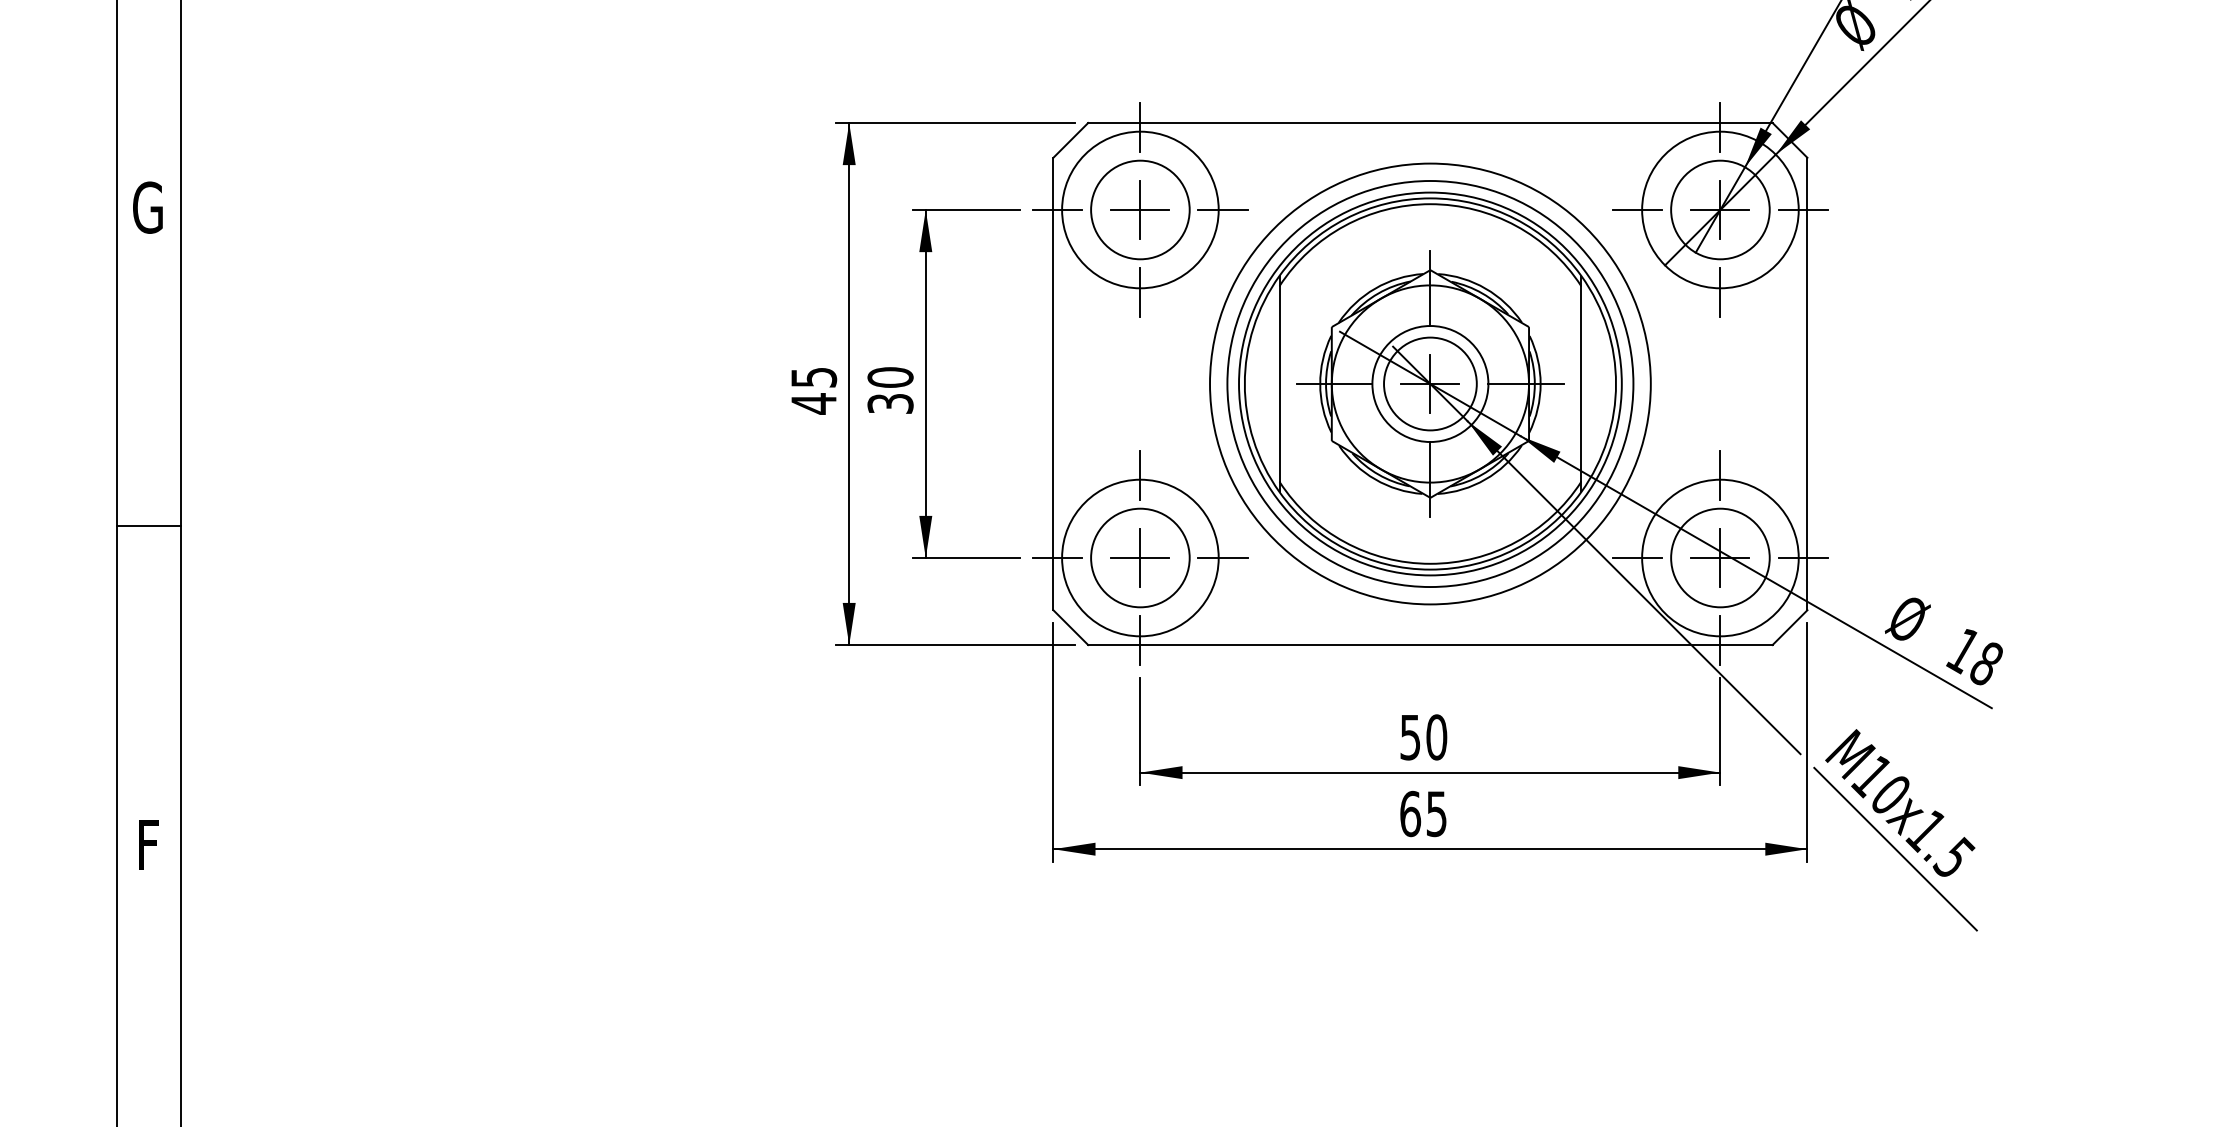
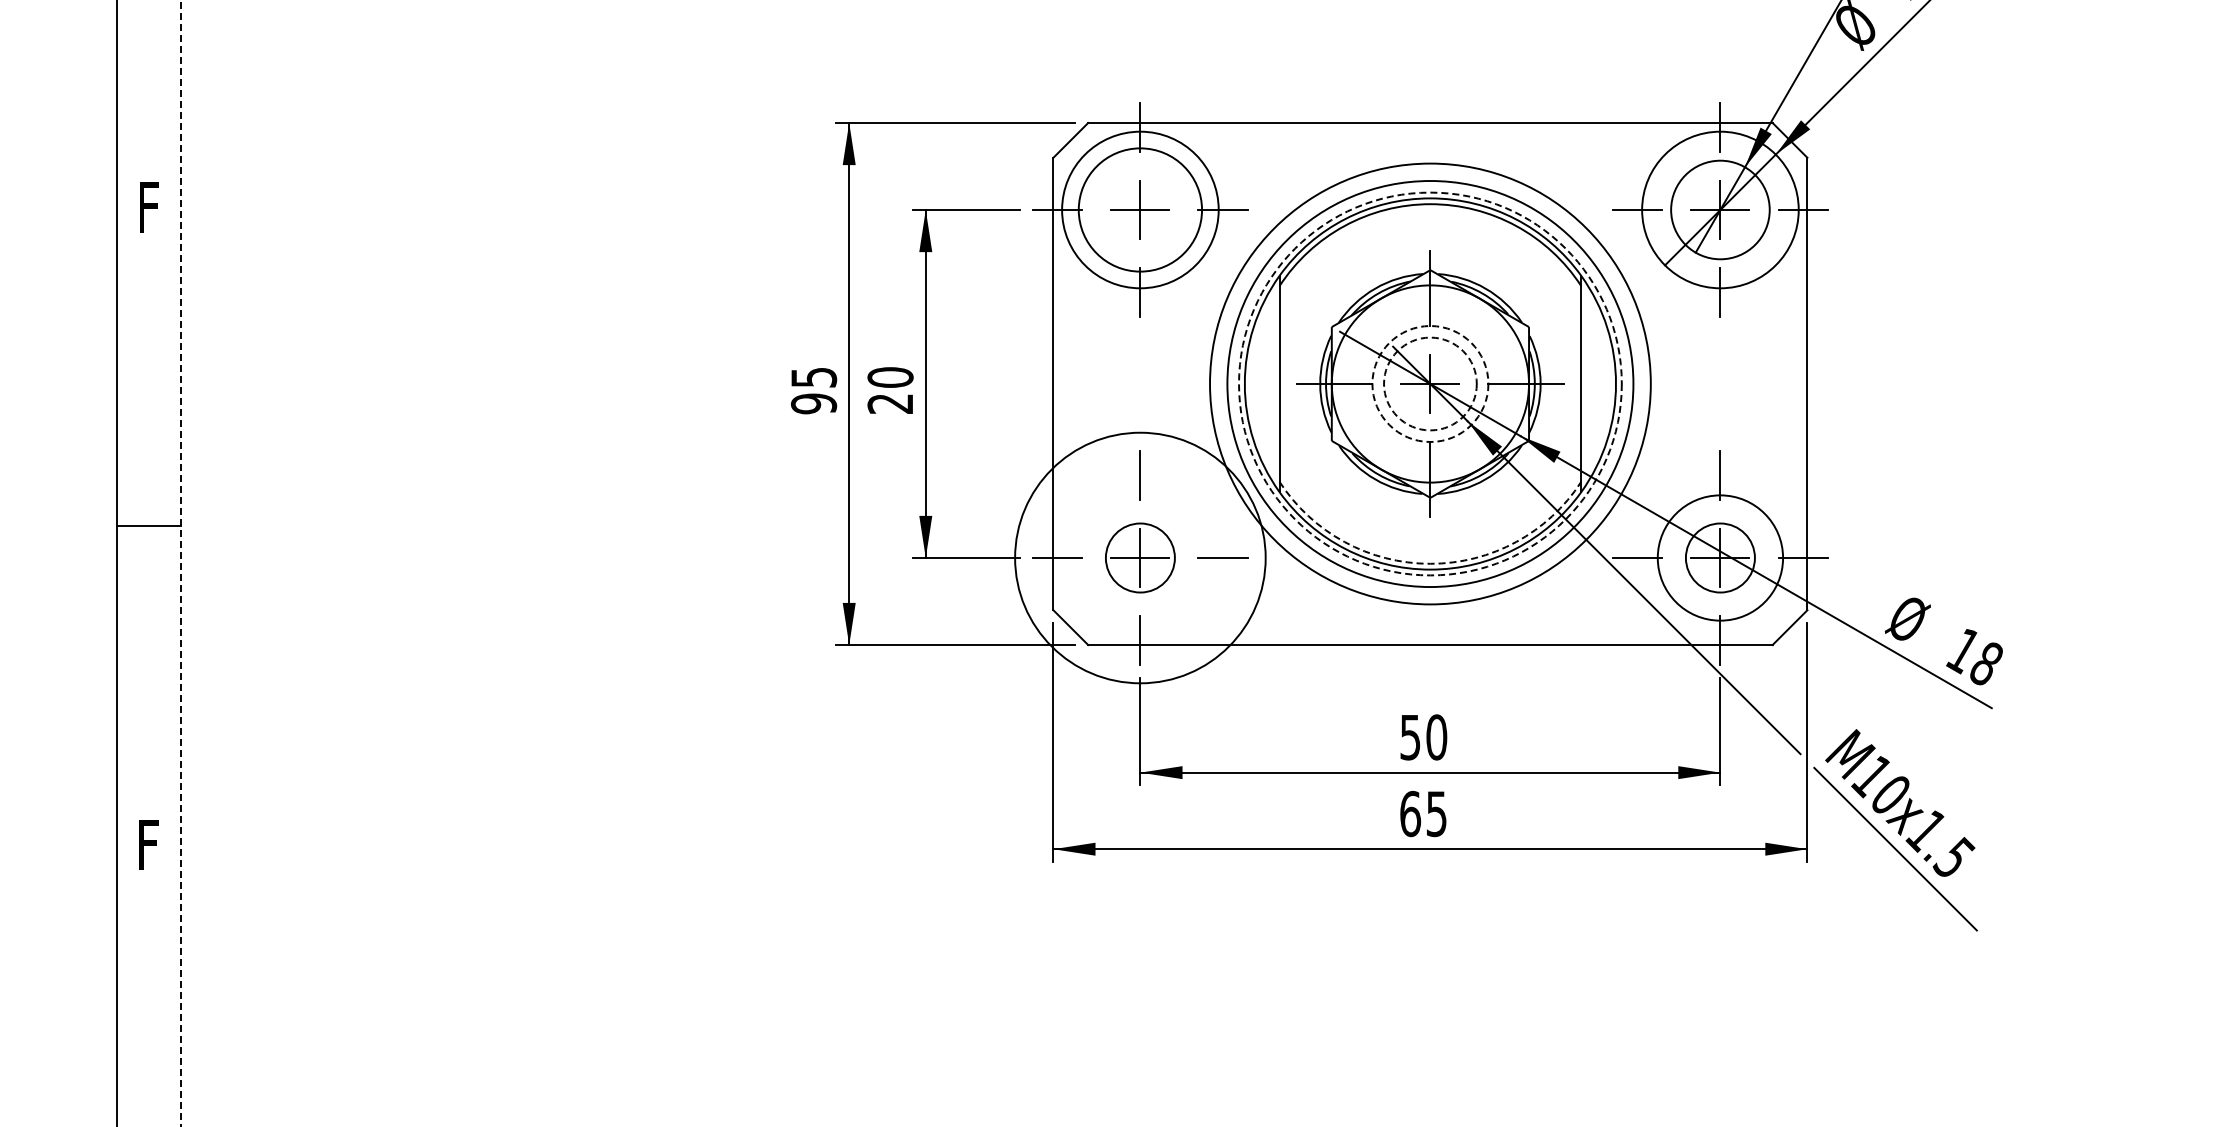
text at (147, 207): G -> F
circle at (1140, 209) diameter: 99 px -> 123 px
circle at (1430, 383): solid -> dashed
circle at (1430, 383): solid -> dashed
circle at (1430, 384): solid -> dashed
text at (813, 403): 45 -> 95
text at (890, 403): 30 -> 20
circle at (1140, 557) diameter: 157 px -> 251 px
circle at (1140, 557) diameter: 99 px -> 69 px
circle at (1720, 557) diameter: 157 px -> 125 px
circle at (1720, 557) diameter: 99 px -> 69 px
line at (180, 562): solid -> dashed
arc at (1430, 563): solid -> dashed
